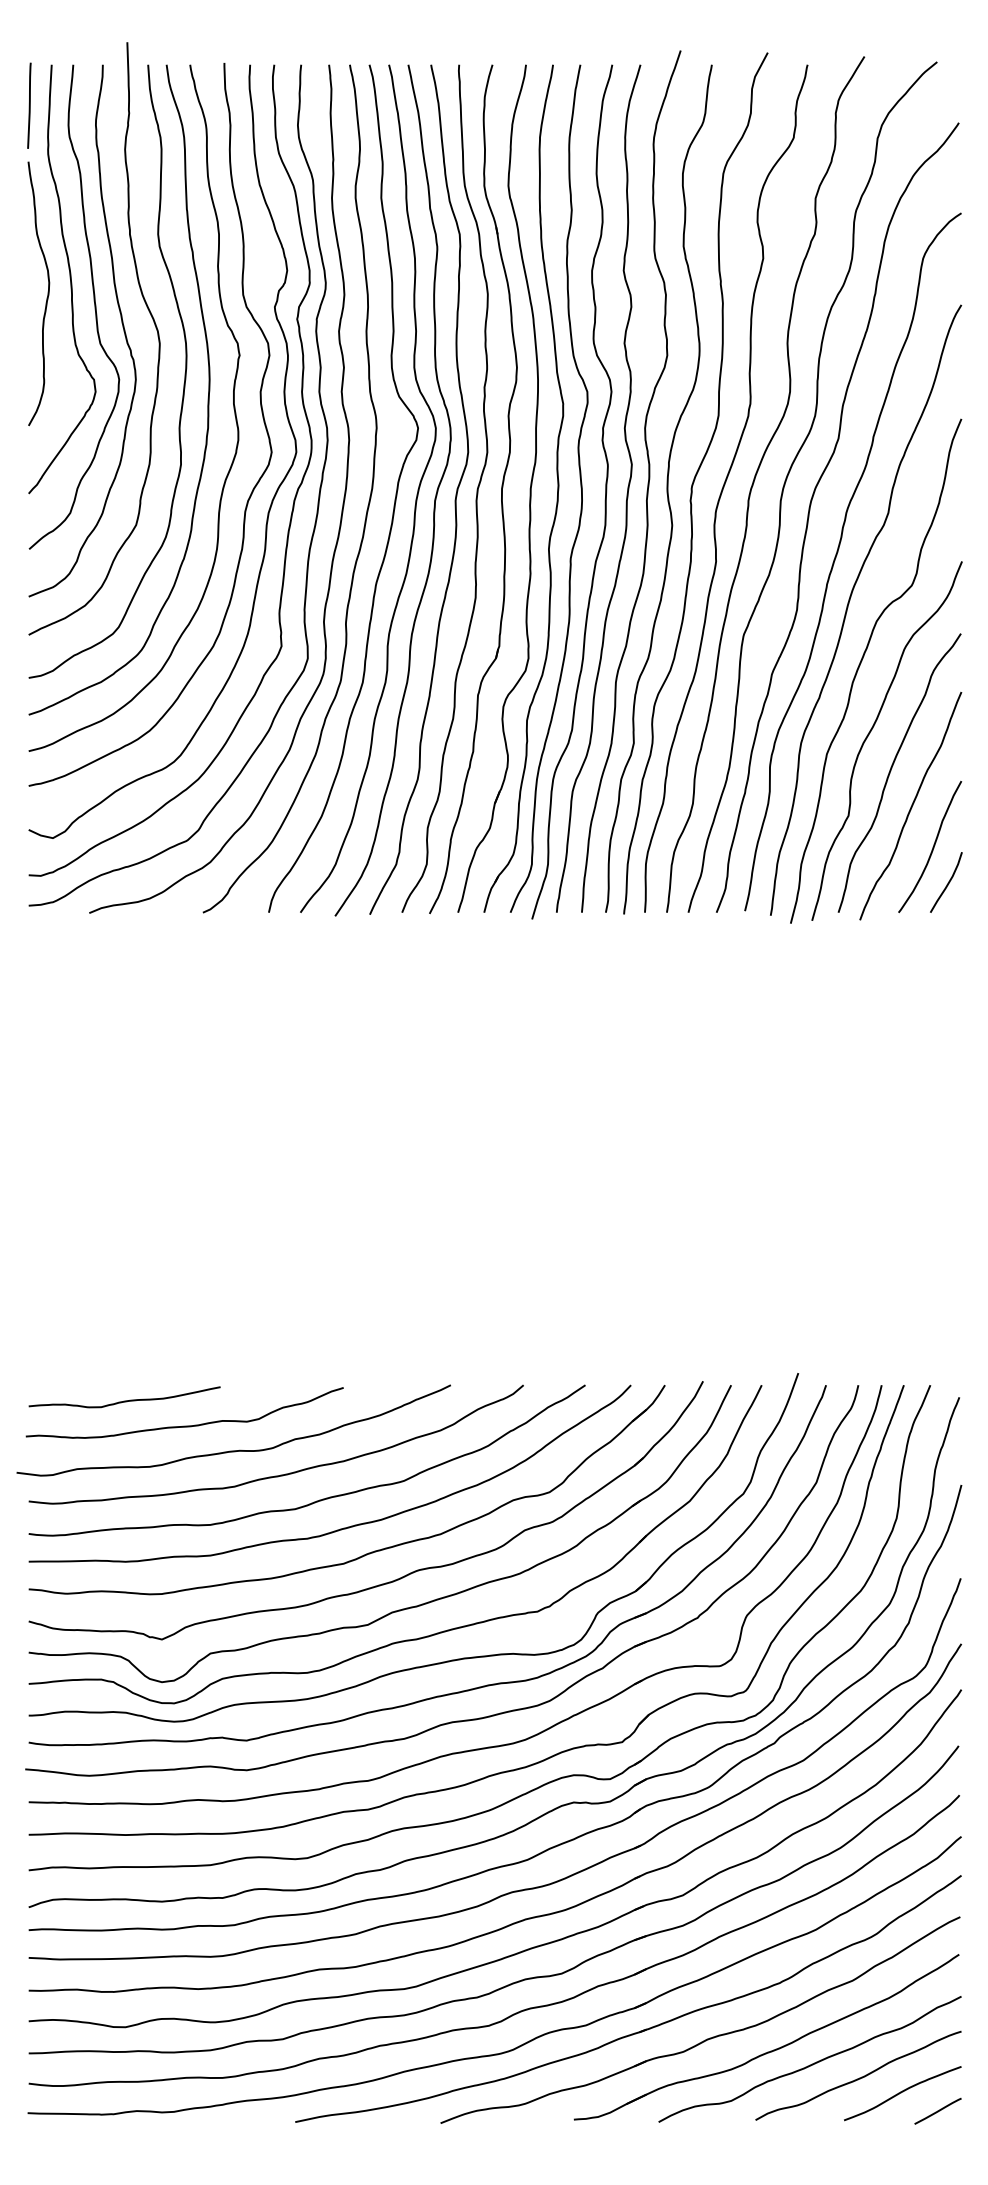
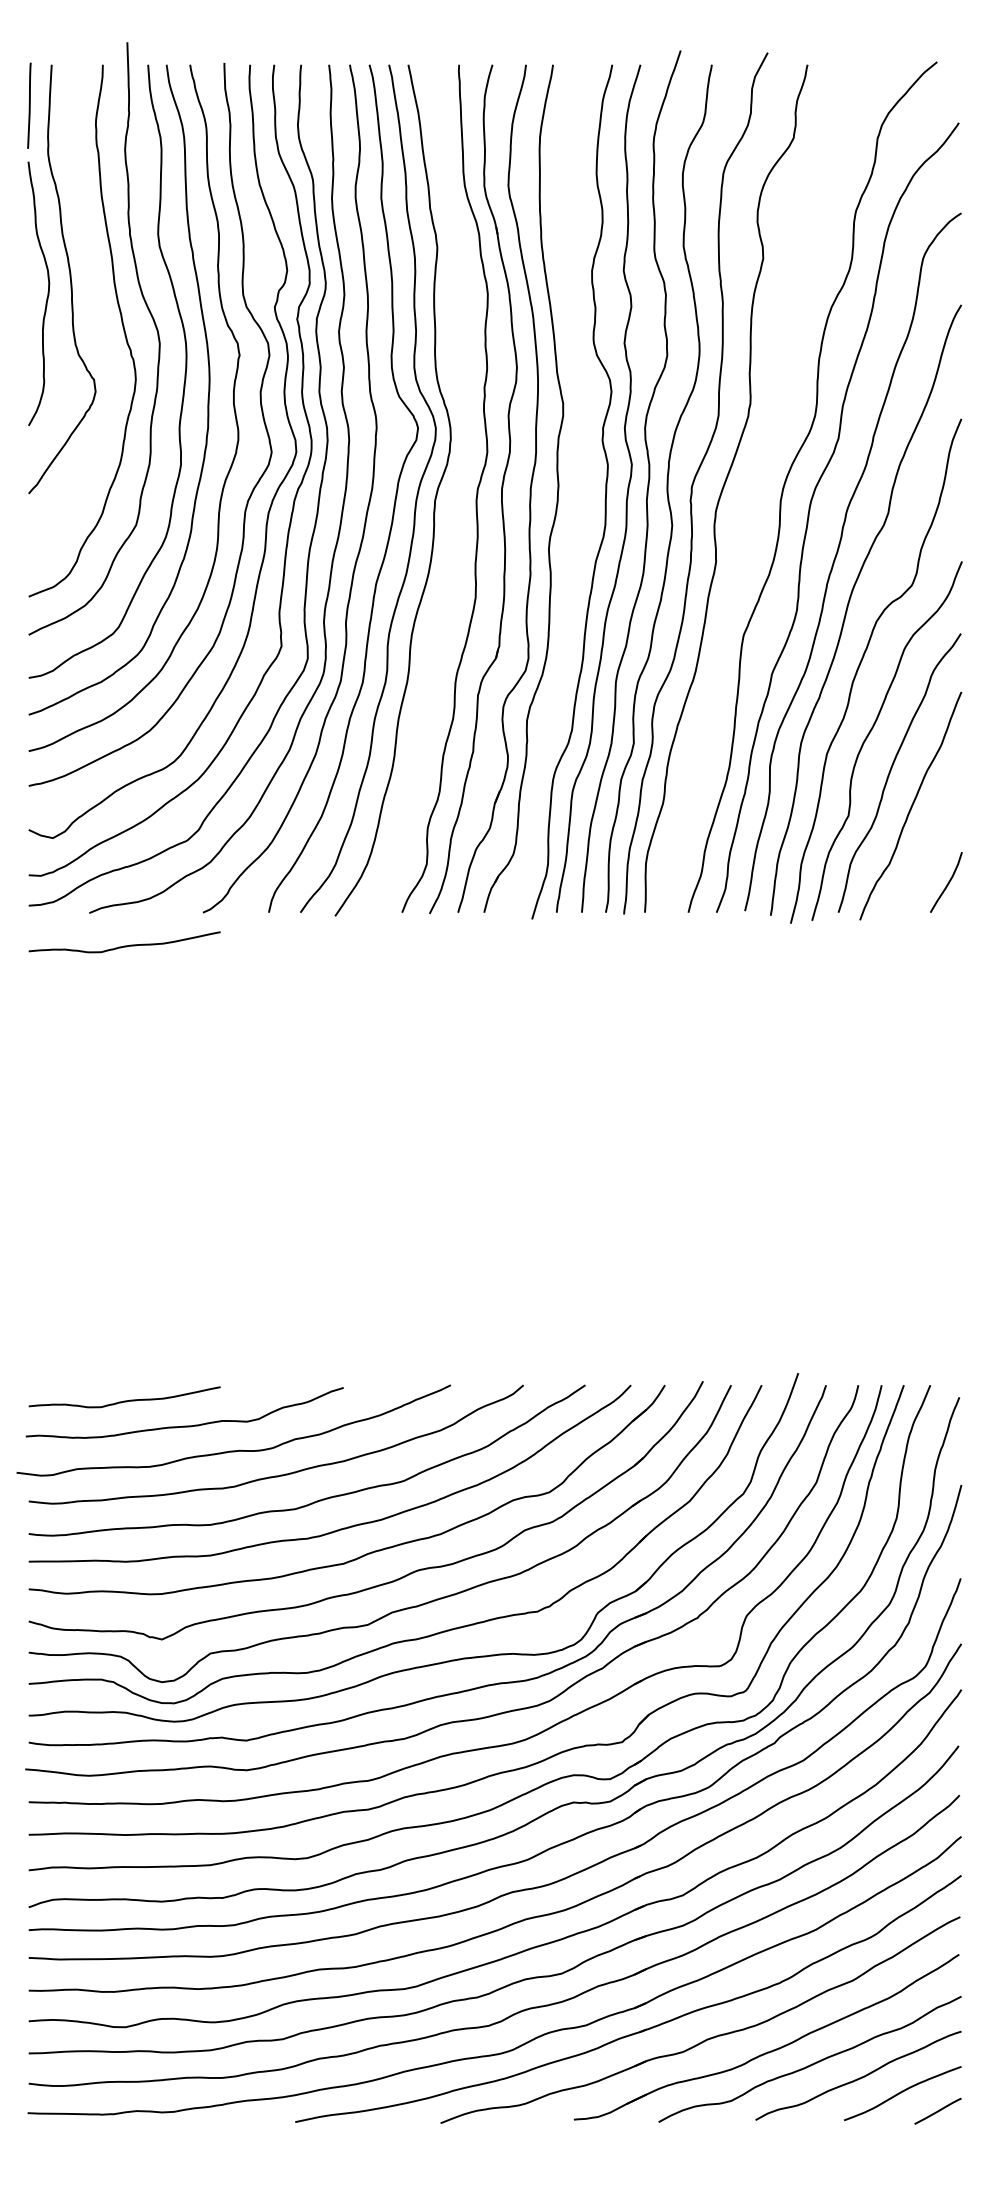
curve at (93, 301): present -> none
curve at (755, 479): present -> none
curve at (580, 488): present -> none
curve at (455, 493): present -> none
curve at (932, 847): present -> none
curve at (124, 945): none -> present
